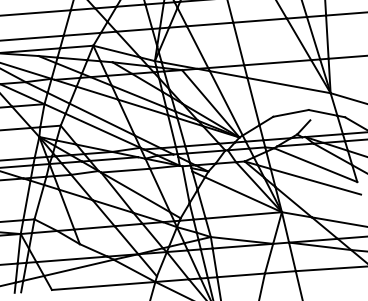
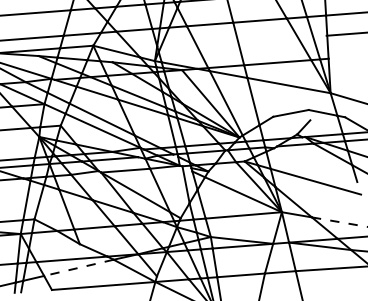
line at (346, 56) position: (346, 56) -> (345, 33)
line at (315, 165): present -> none
line at (339, 222): solid -> dashed
line at (78, 267): solid -> dashed
